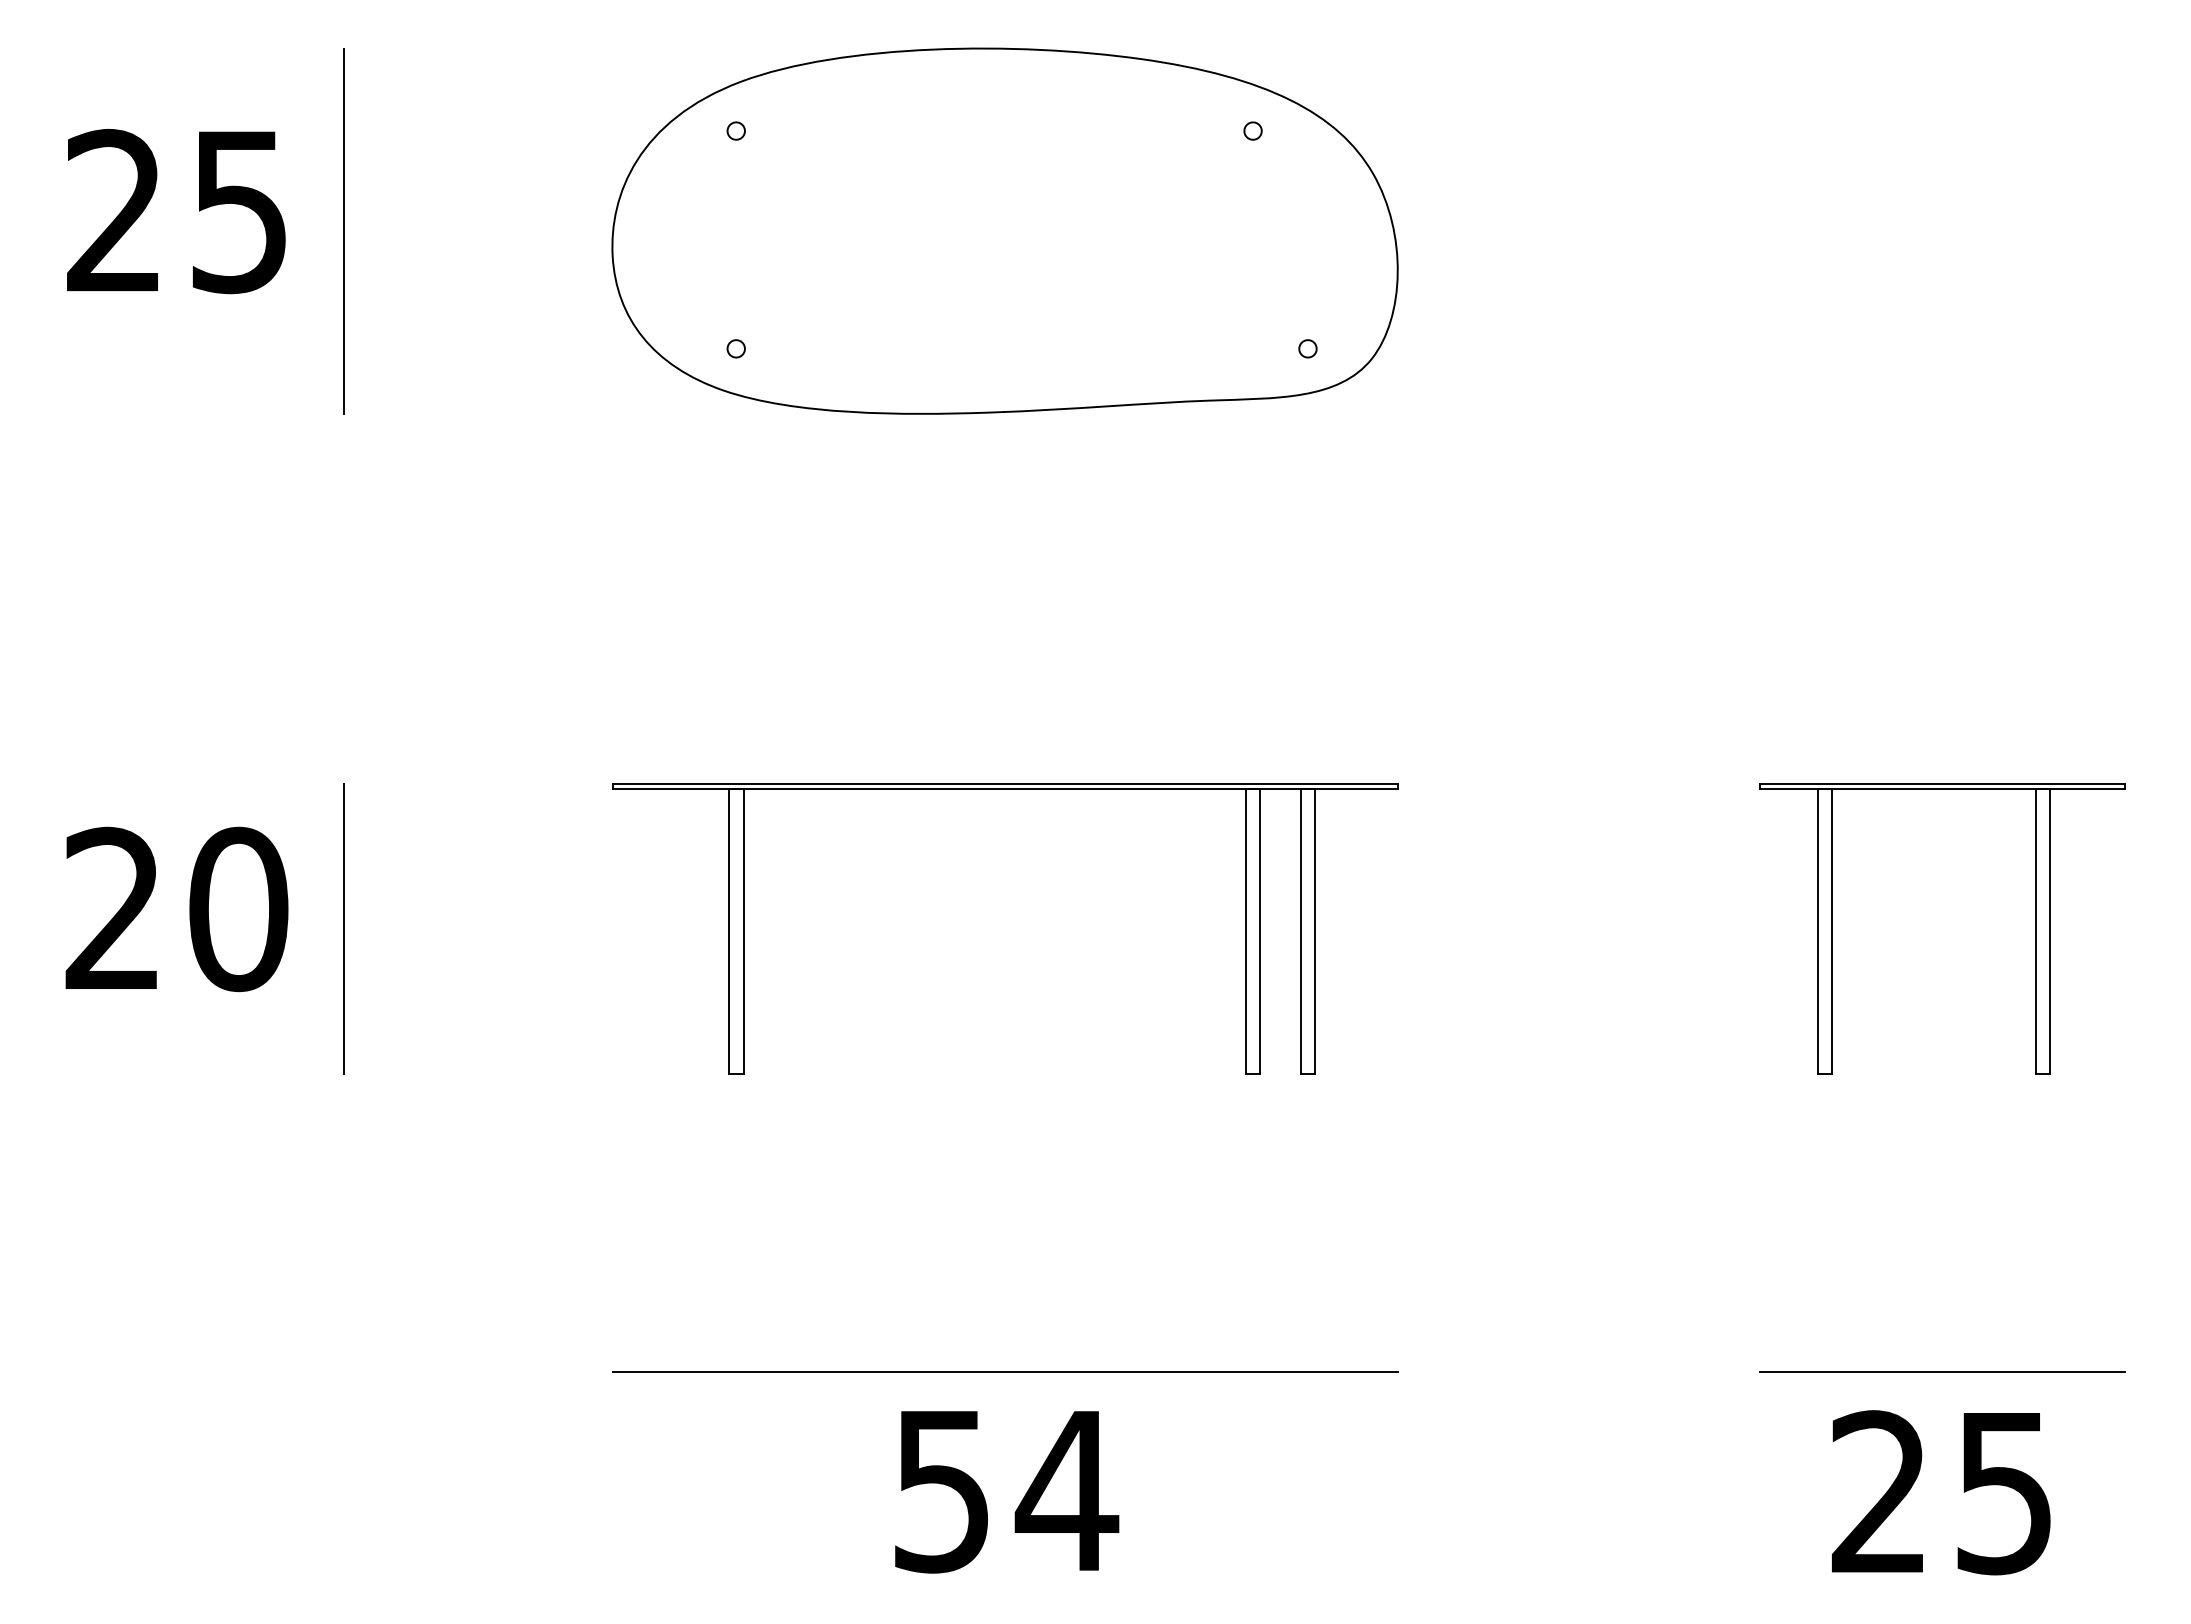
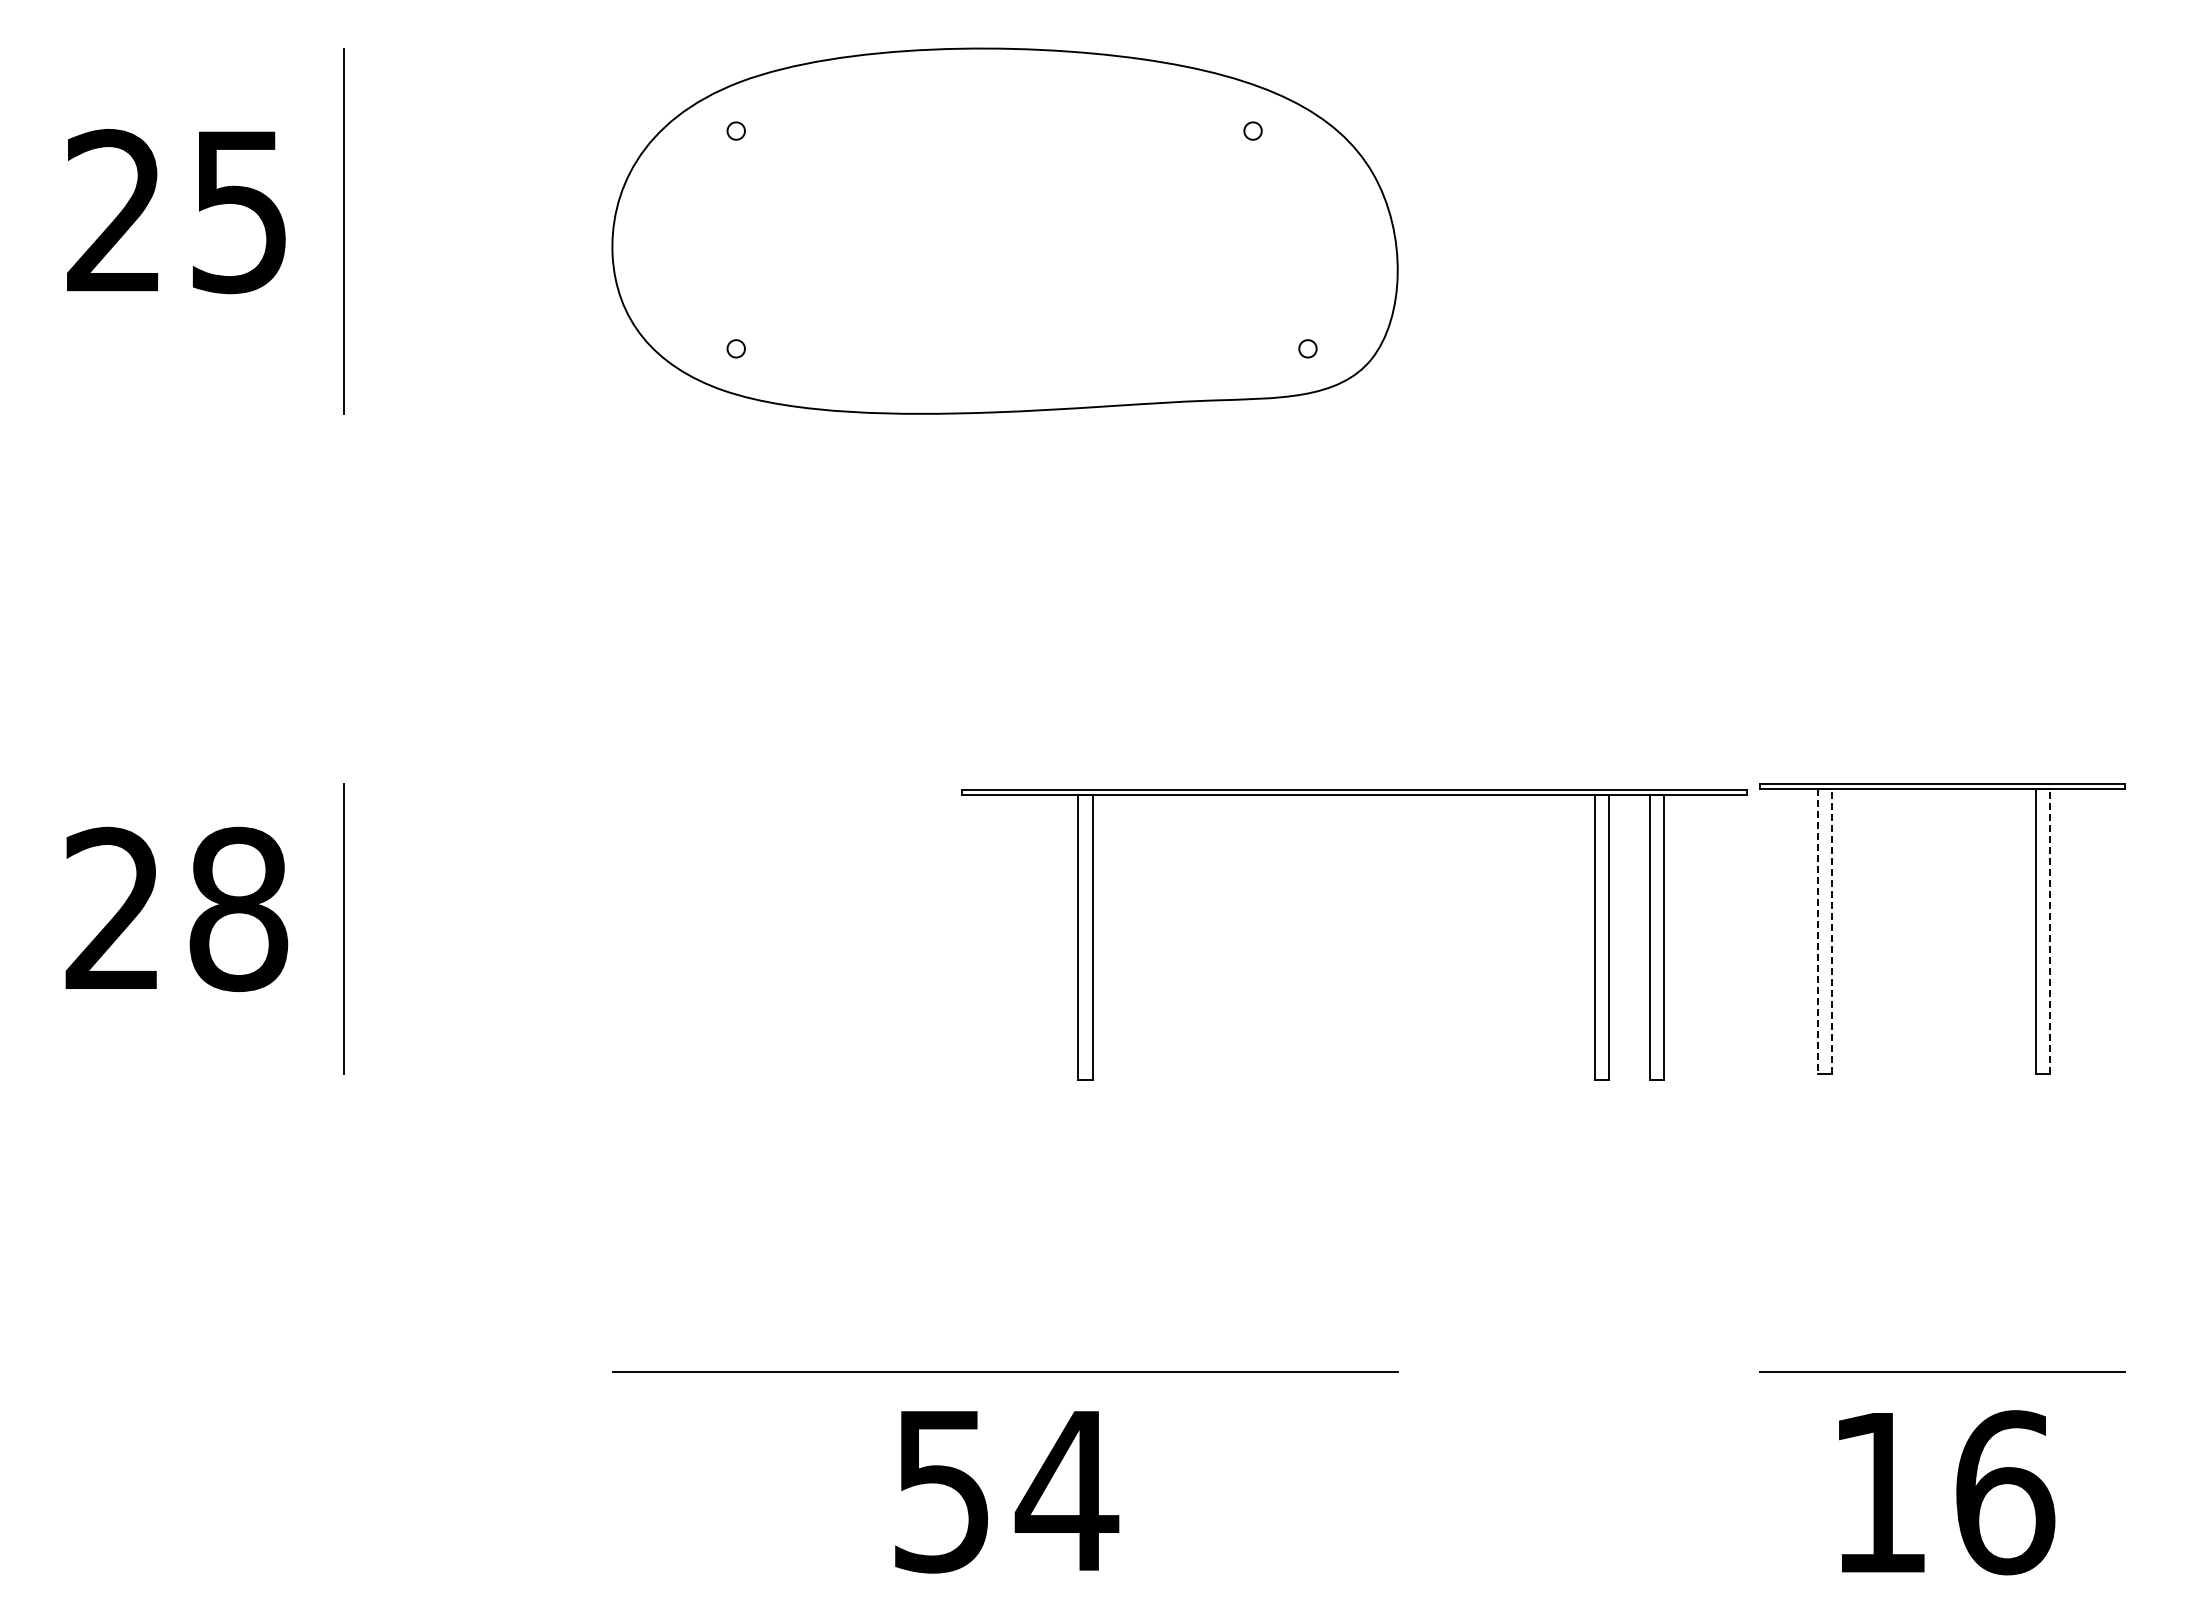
part at (1005, 789) position: (1005, 789) -> (1354, 795)
text at (238, 909): 20 -> 28
line at (1817, 931): solid -> dashed
line at (1832, 931): solid -> dashed
line at (2050, 931): solid -> dashed
text at (1943, 1492): 25 -> 16
